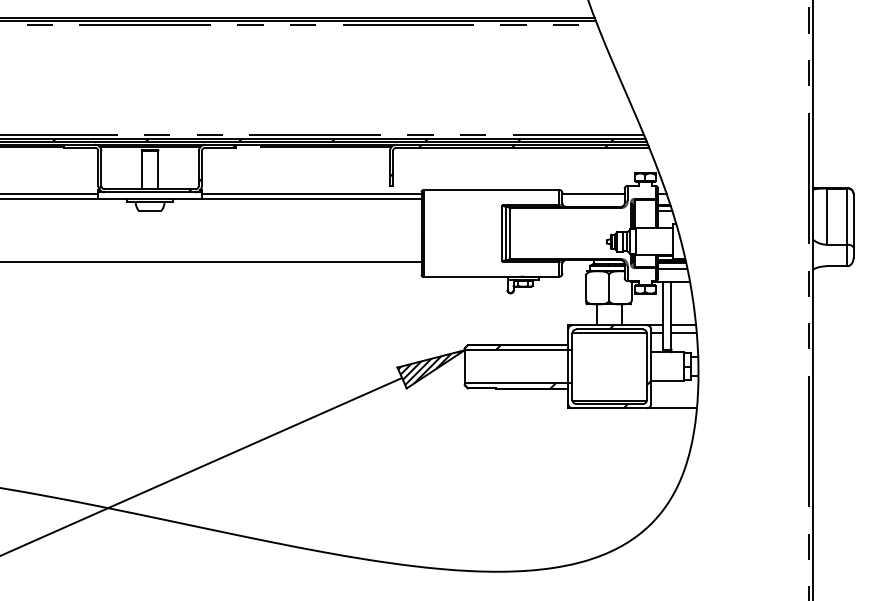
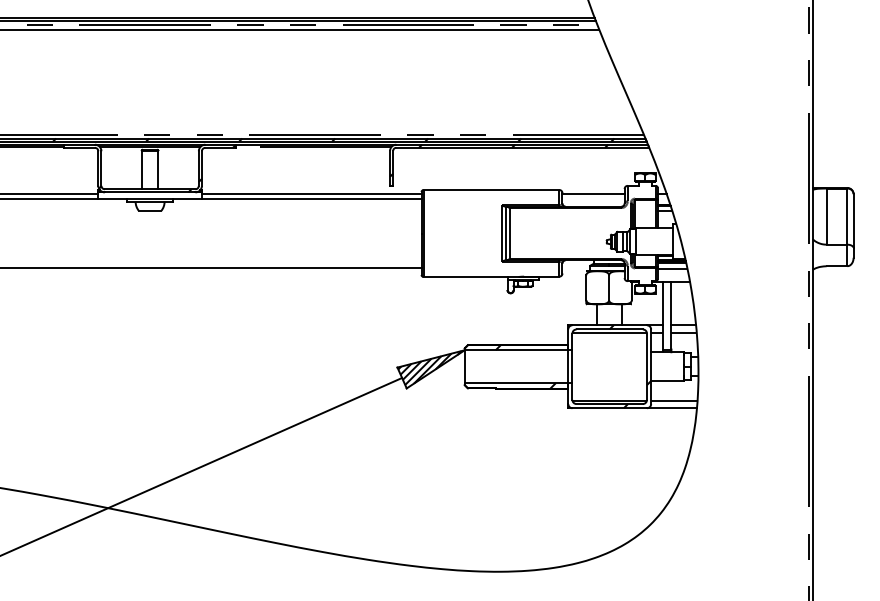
line at (300, 29): none -> present
line at (211, 262) position: (211, 262) -> (211, 268)
line at (674, 400): none -> present
